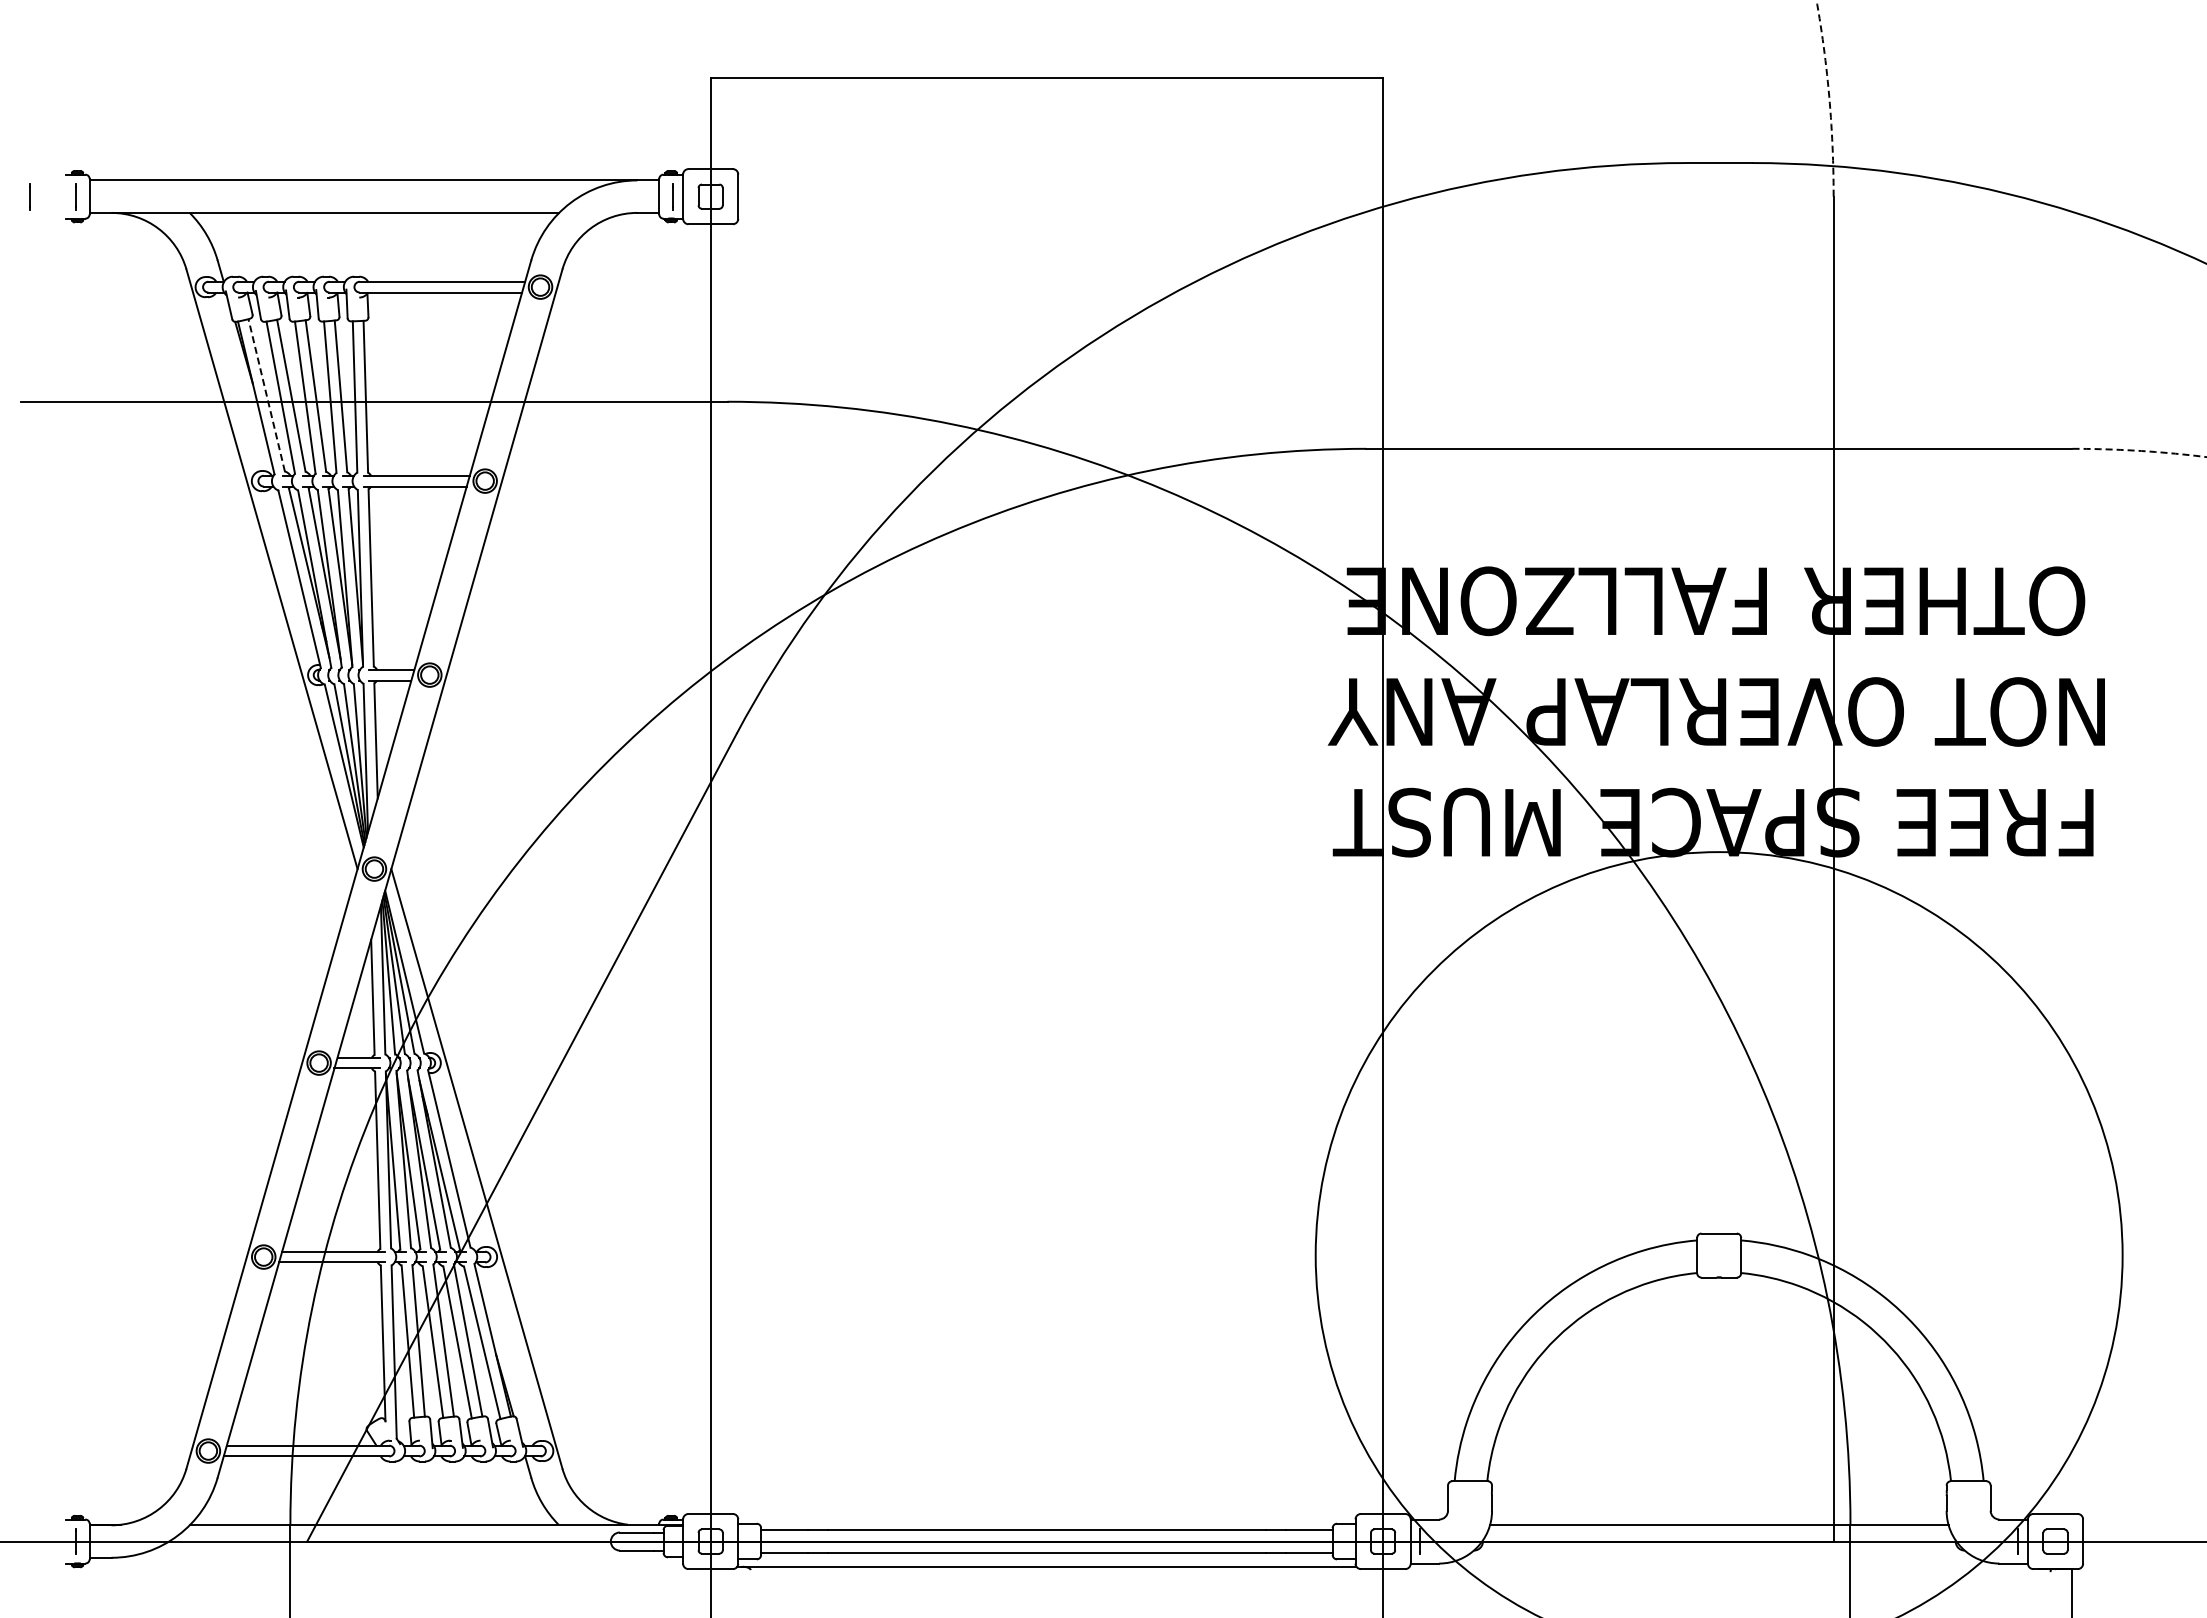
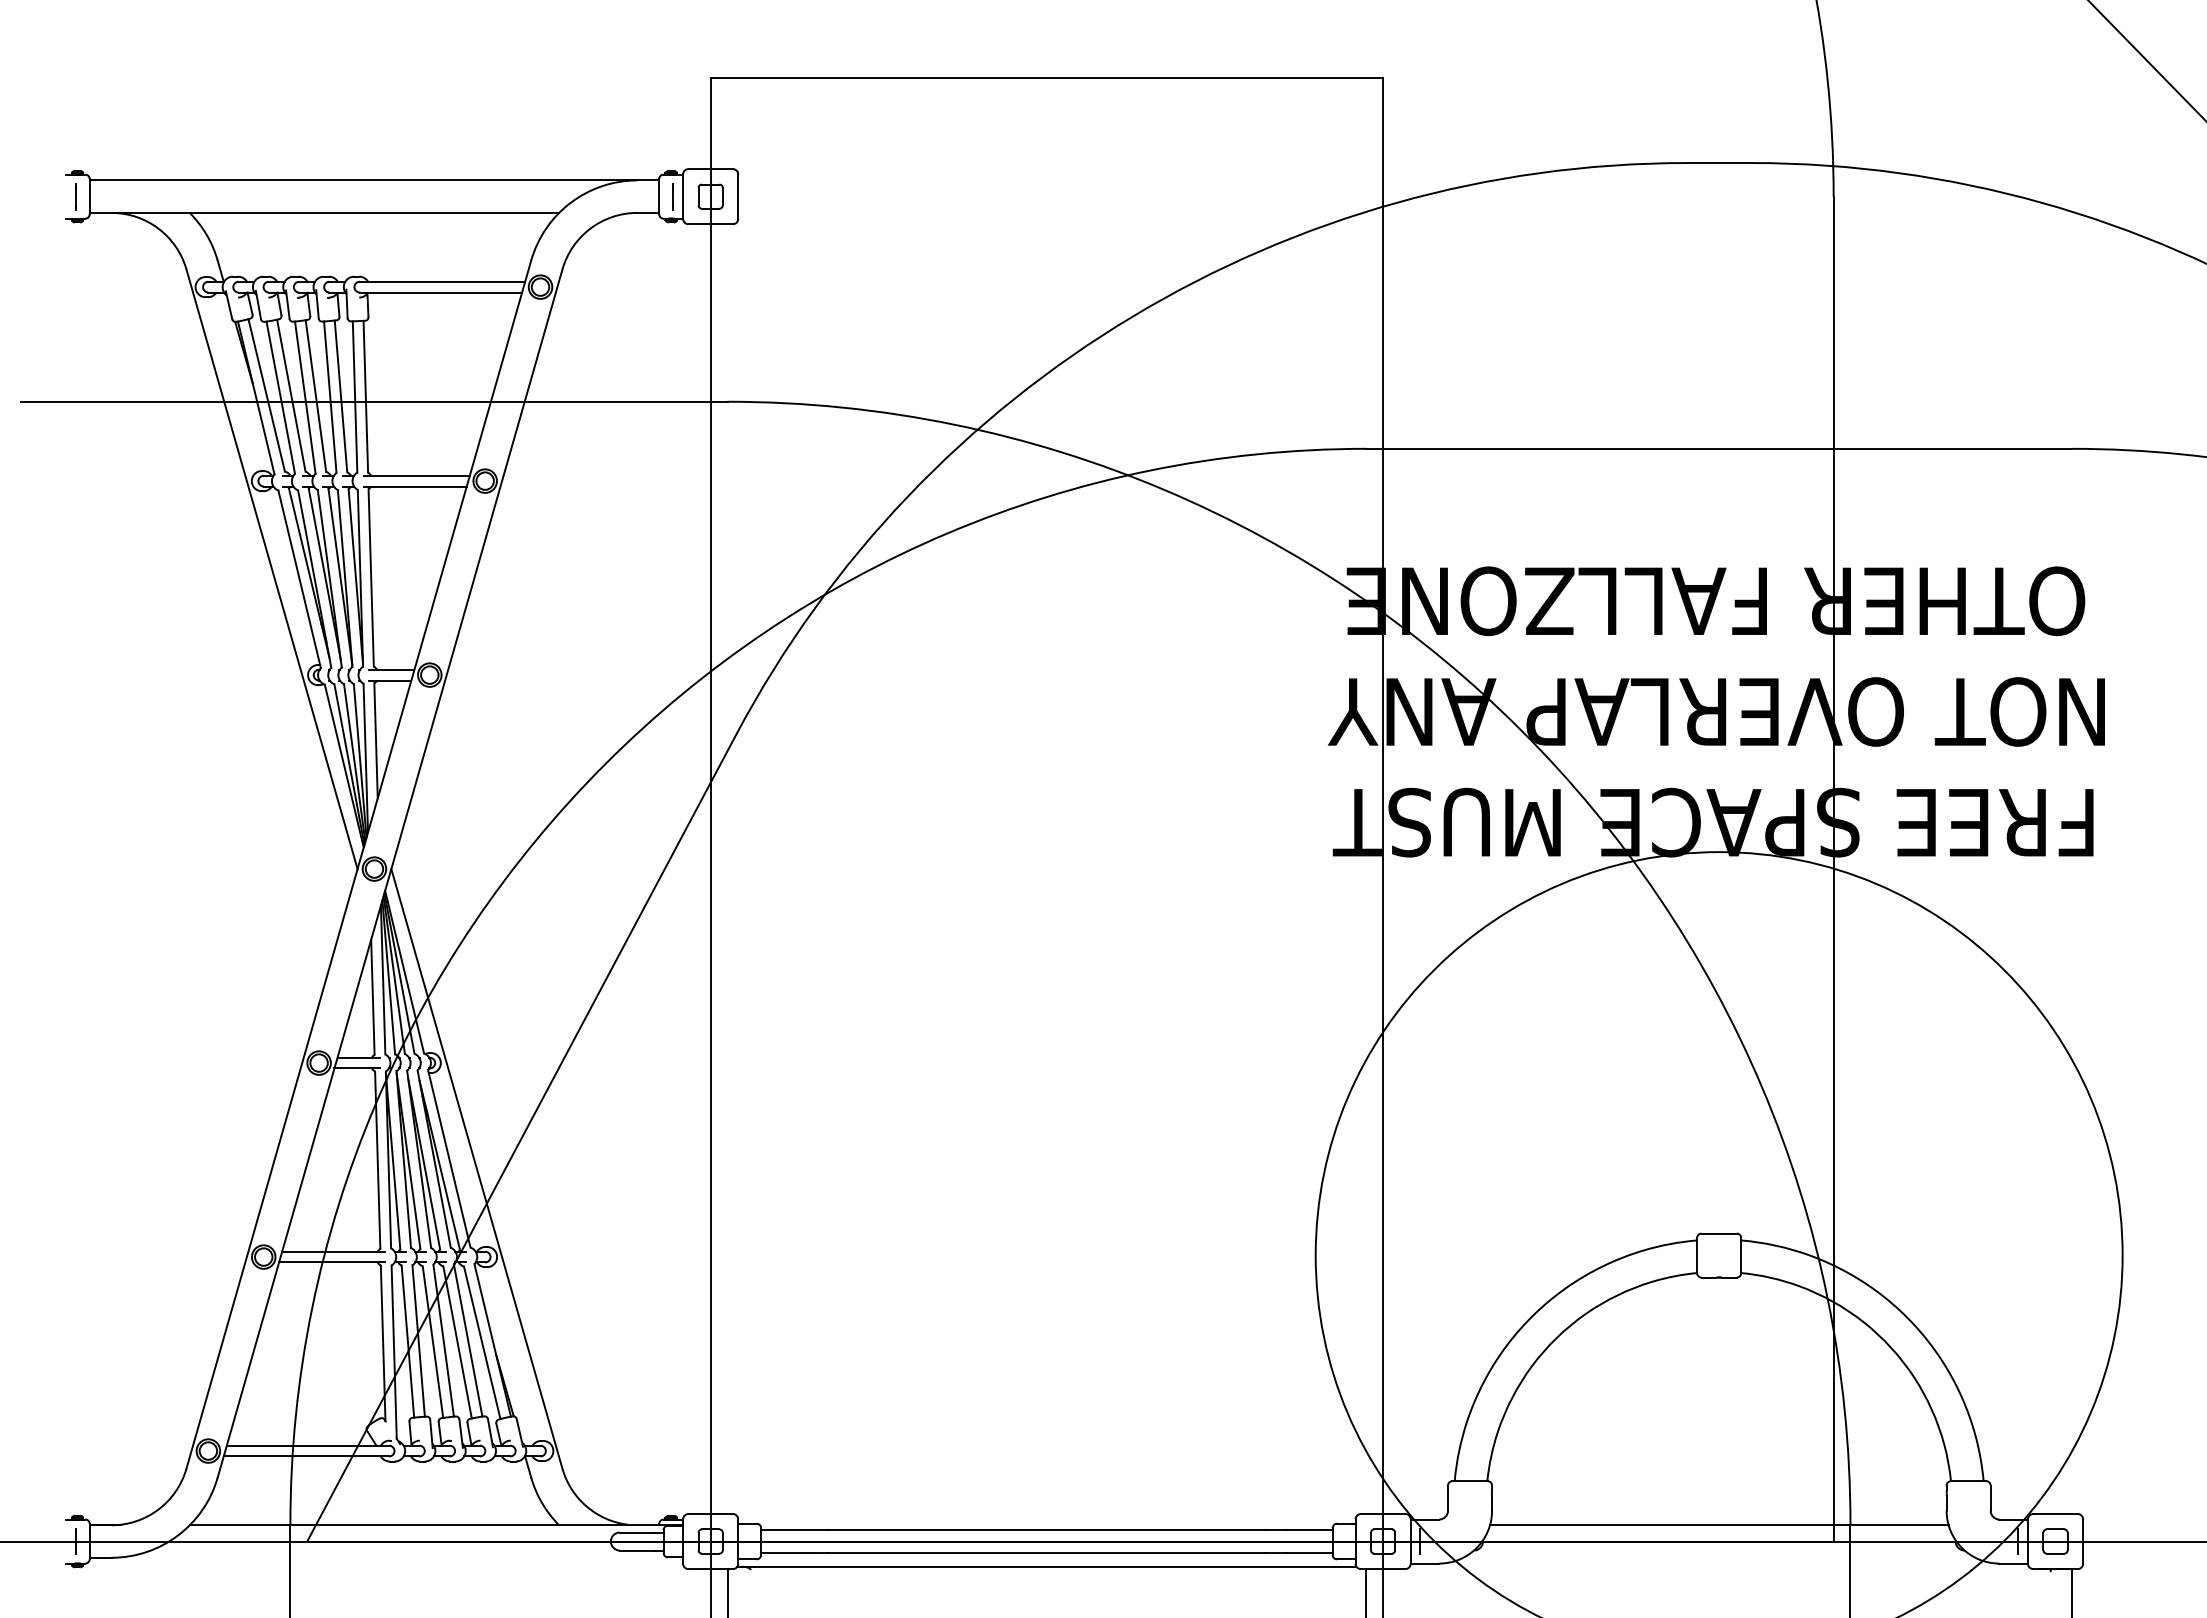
line at (2146, 60): none -> present
arc at (1829, 97): dashed -> solid
line at (29, 196): present -> none
line at (266, 394): dashed -> solid
arc at (2139, 450): dashed -> solid
line at (727, 1591): none -> present
line at (1366, 1591): none -> present
